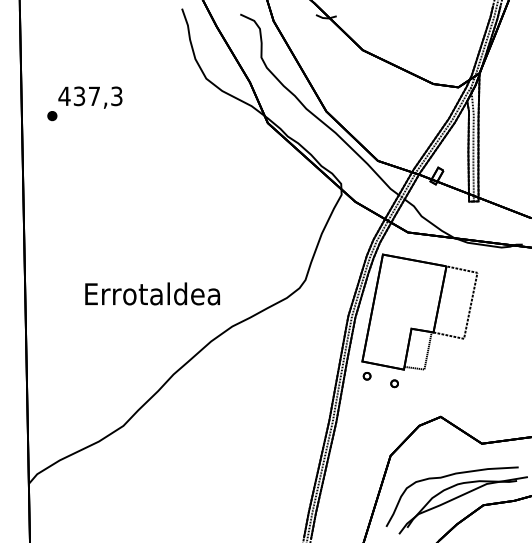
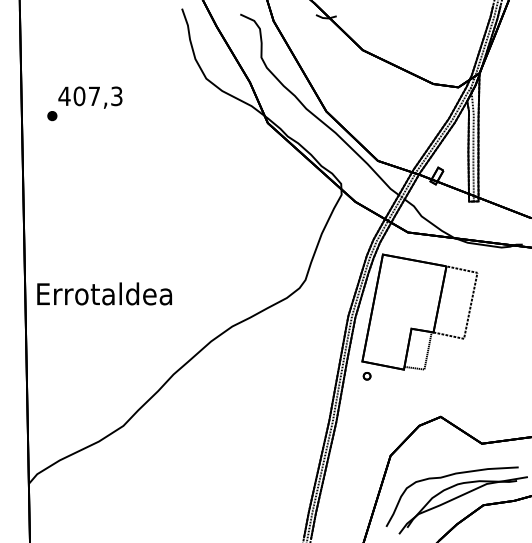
text at (79, 96): 437,3 -> 407,3
text at (152, 293) position: (152, 293) -> (104, 293)
part at (394, 383): present -> none
